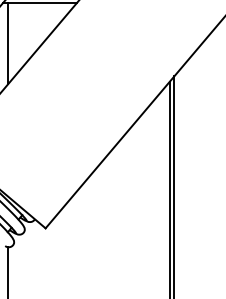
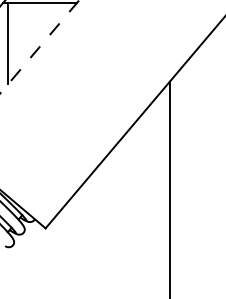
line at (39, 46): solid -> dashed
line at (174, 185): present -> none
line at (8, 271): present -> none
